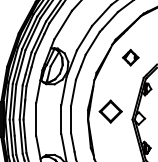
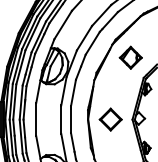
part at (130, 57) size: 18x19 px -> 25x25 px
part at (110, 111) position: (110, 111) -> (110, 119)
